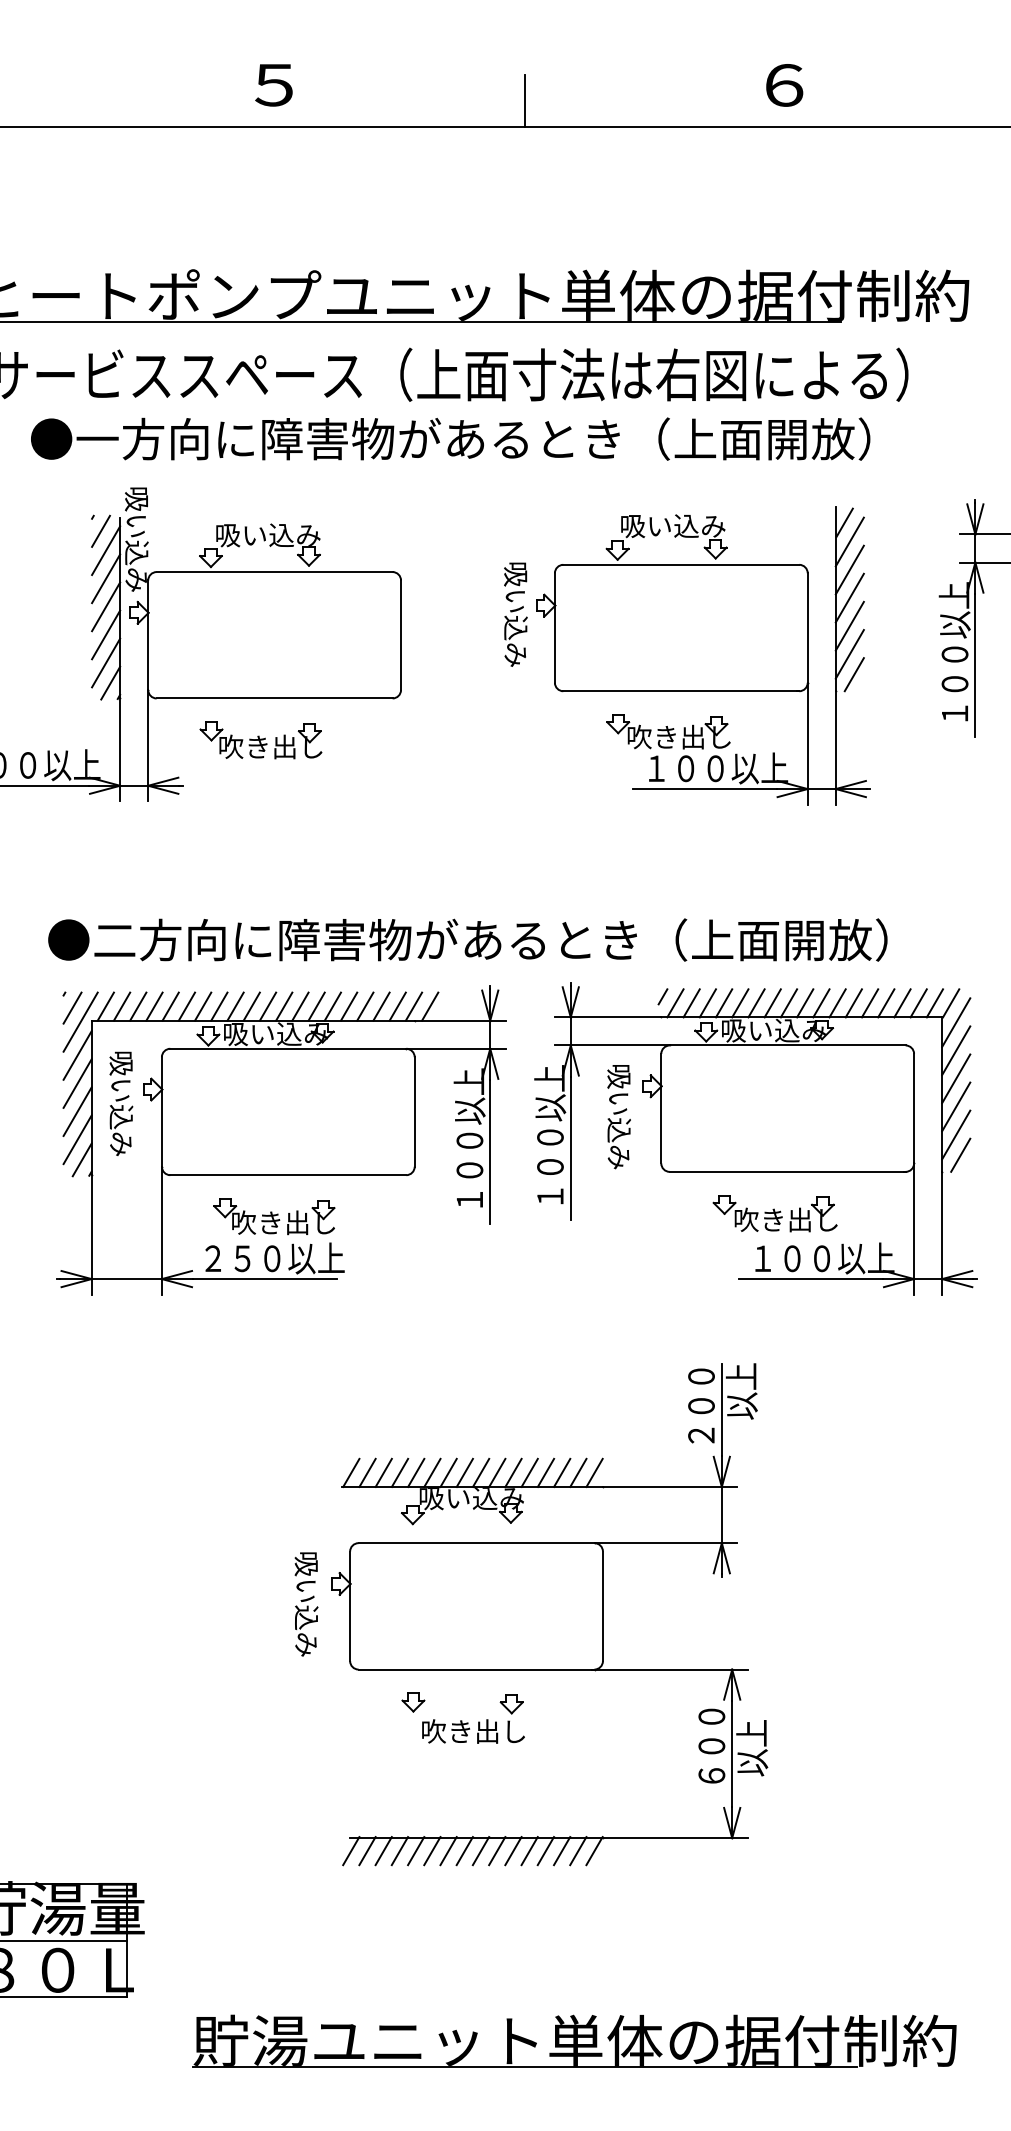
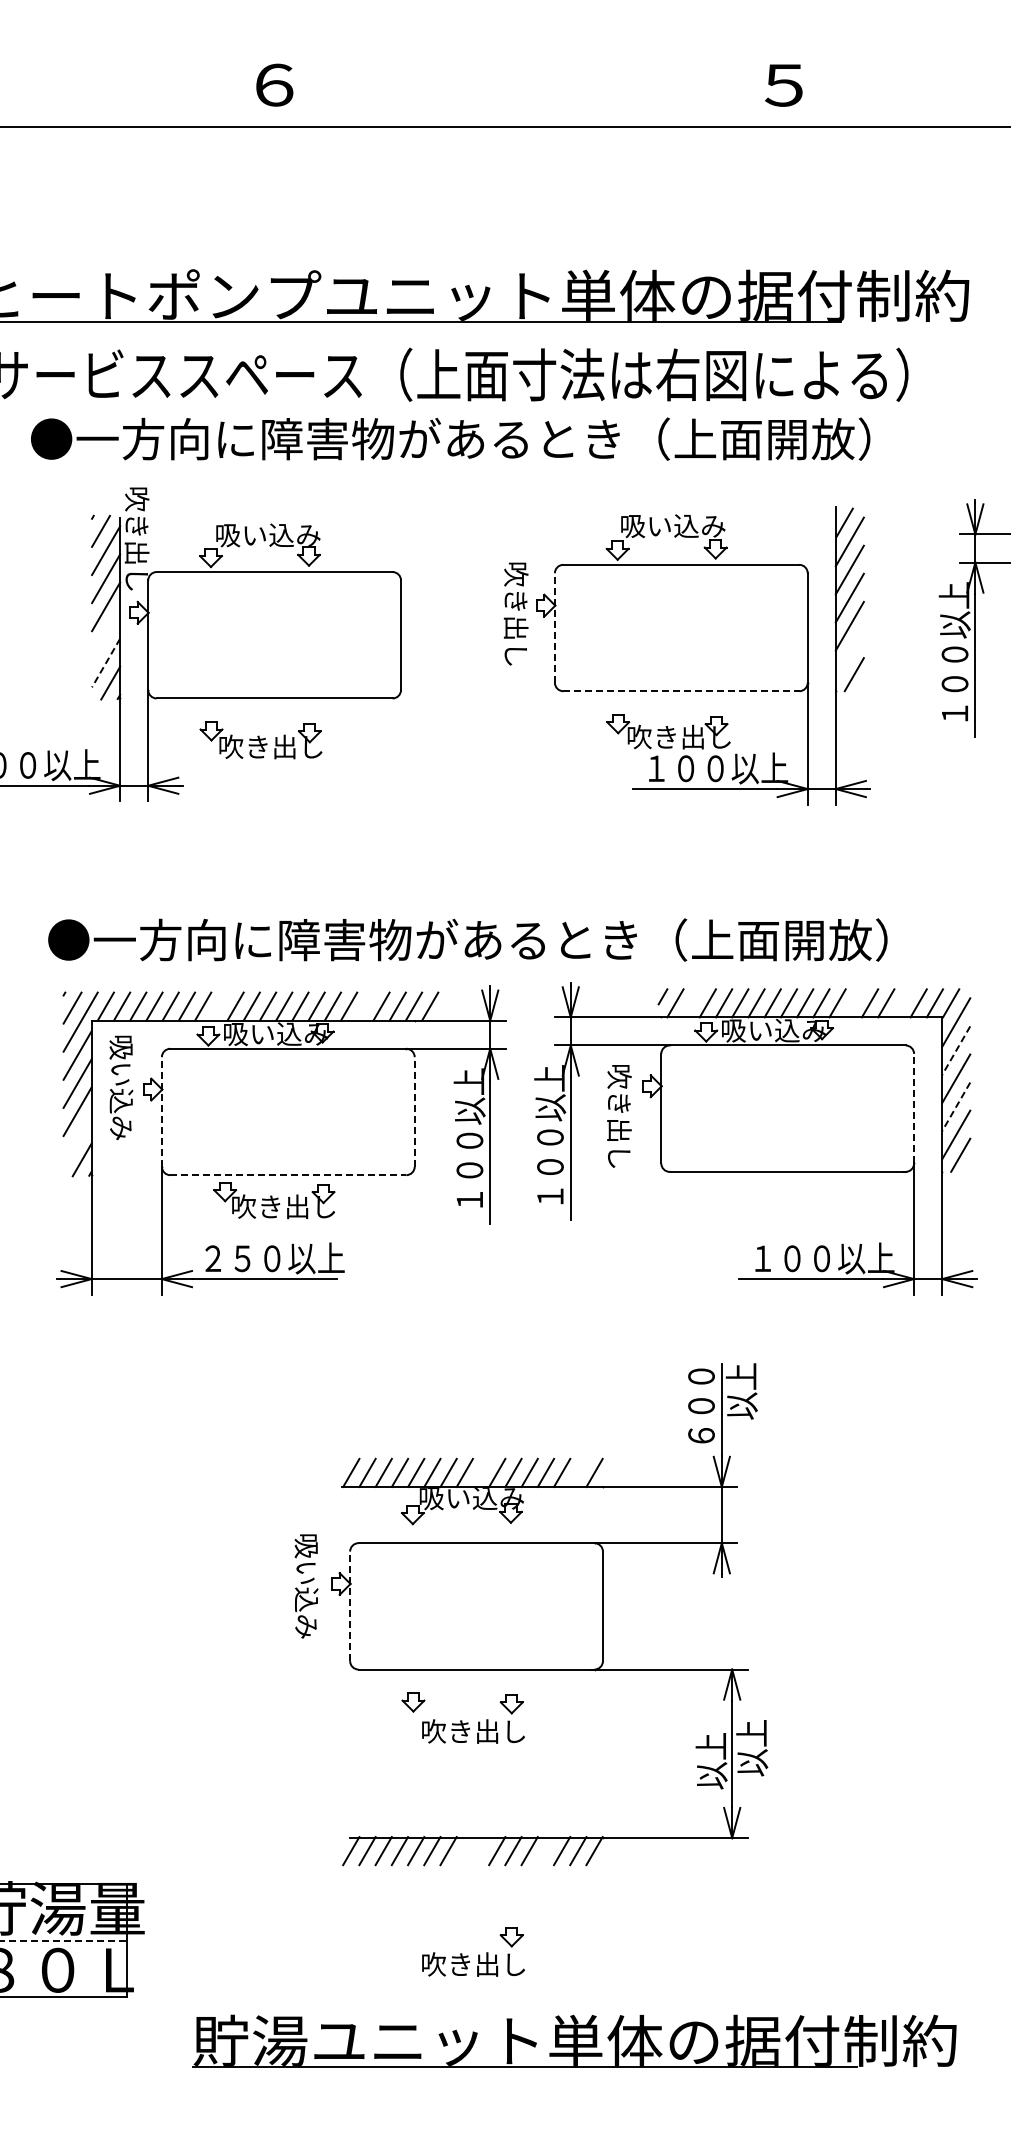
text at (274, 84): ５ -> ６
text at (784, 85): ６ -> ５
line at (525, 101): present -> none
text at (136, 539): 吸い込み -> 吹き出し
text at (515, 614): 吸い込み -> 吹き出し
line at (554, 628): solid -> dashed
line at (106, 634): present -> none
line at (849, 654): present -> none
line at (105, 663): solid -> dashed
line at (681, 691): solid -> dashed
text at (114, 940): ●二方向に障害物があるとき（上面開放） -> ●一方向に障害物があるとき（上面開放）
line at (691, 1003): present -> none
line at (853, 1003): present -> none
line at (902, 1003): present -> none
line at (219, 1006): present -> none
line at (365, 1006): present -> none
line at (955, 1051): solid -> dashed
text at (121, 1103) position: (121, 1103) -> (121, 1087)
line at (955, 1107): solid -> dashed
line at (914, 1108): solid -> dashed
line at (161, 1111): solid -> dashed
line at (414, 1111): solid -> dashed
text at (619, 1117): 吸い込み -> 吹き出し
line at (77, 1139): present -> none
line at (288, 1175): solid -> dashed
part at (774, 1213): present -> none
part at (274, 1216) position: (274, 1216) -> (274, 1200)
text at (701, 1435): ２００ -> ６００
line at (480, 1472): present -> none
line at (578, 1472): present -> none
text at (306, 1604) position: (306, 1604) -> (306, 1586)
line at (350, 1606): solid -> dashed
text at (711, 1748): ６００ -> 以上
line at (464, 1851): present -> none
line at (480, 1851): present -> none
line at (545, 1851): present -> none
line at (63, 1940): solid -> dashed
part at (473, 1951): none -> present
